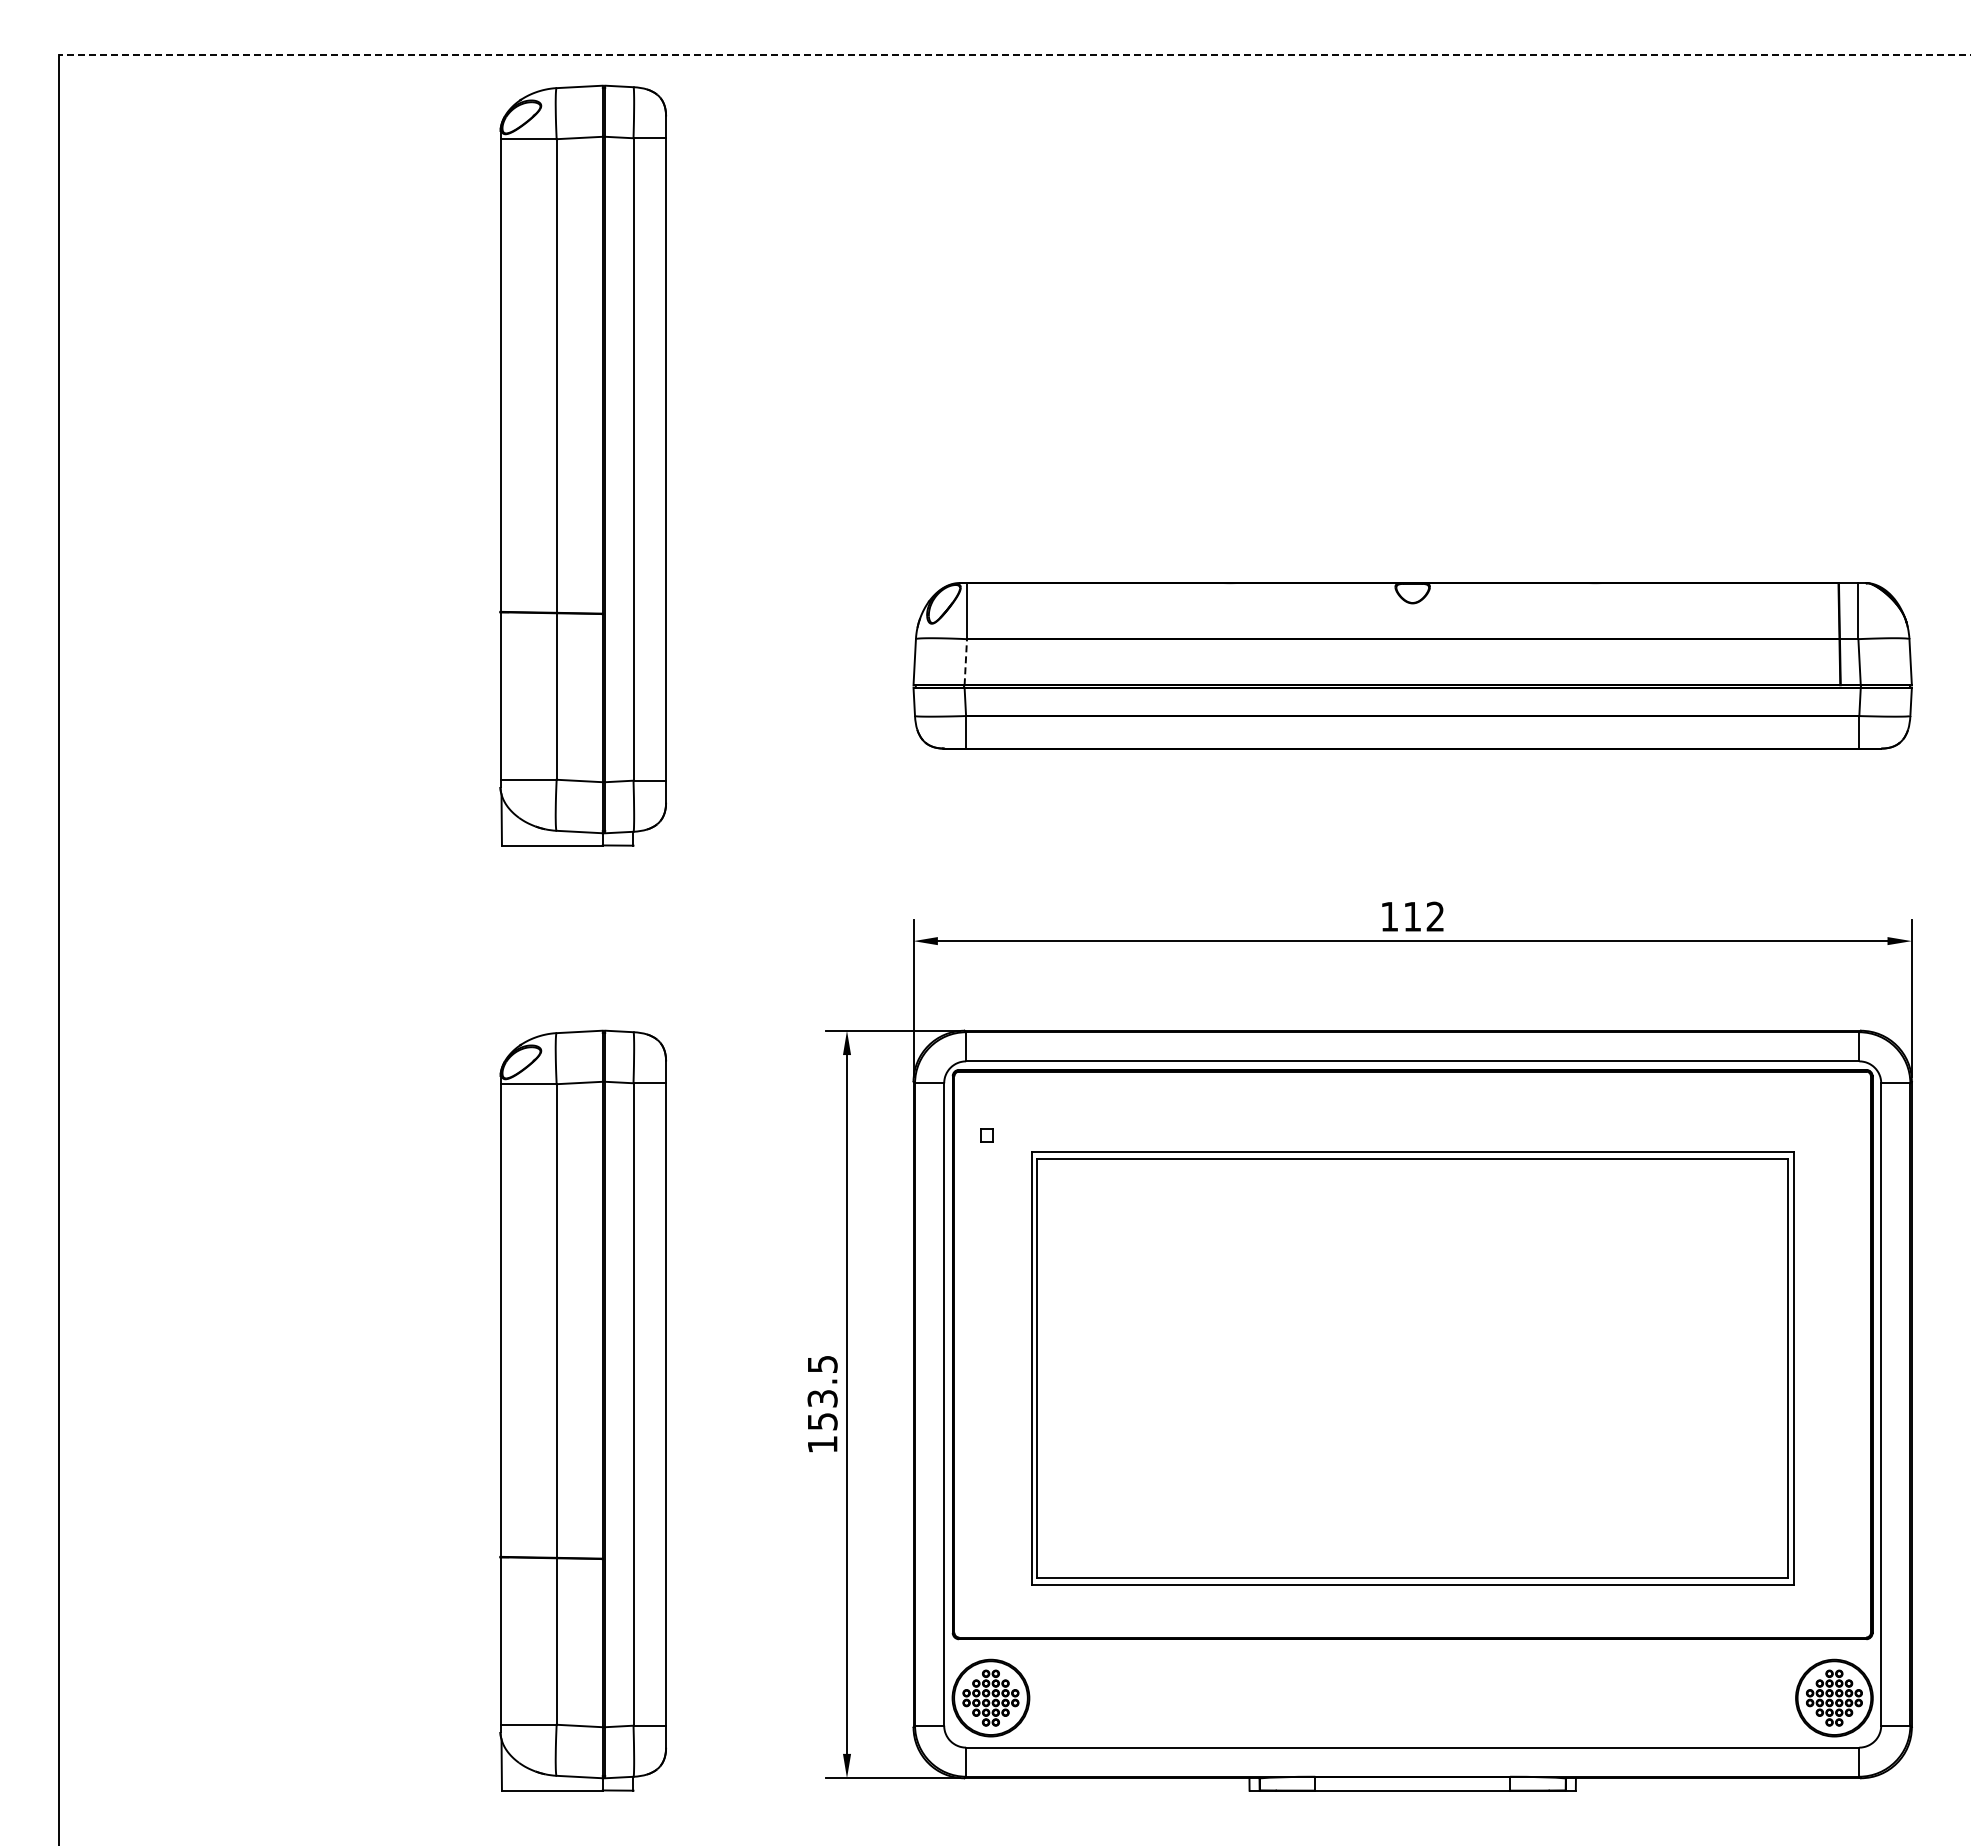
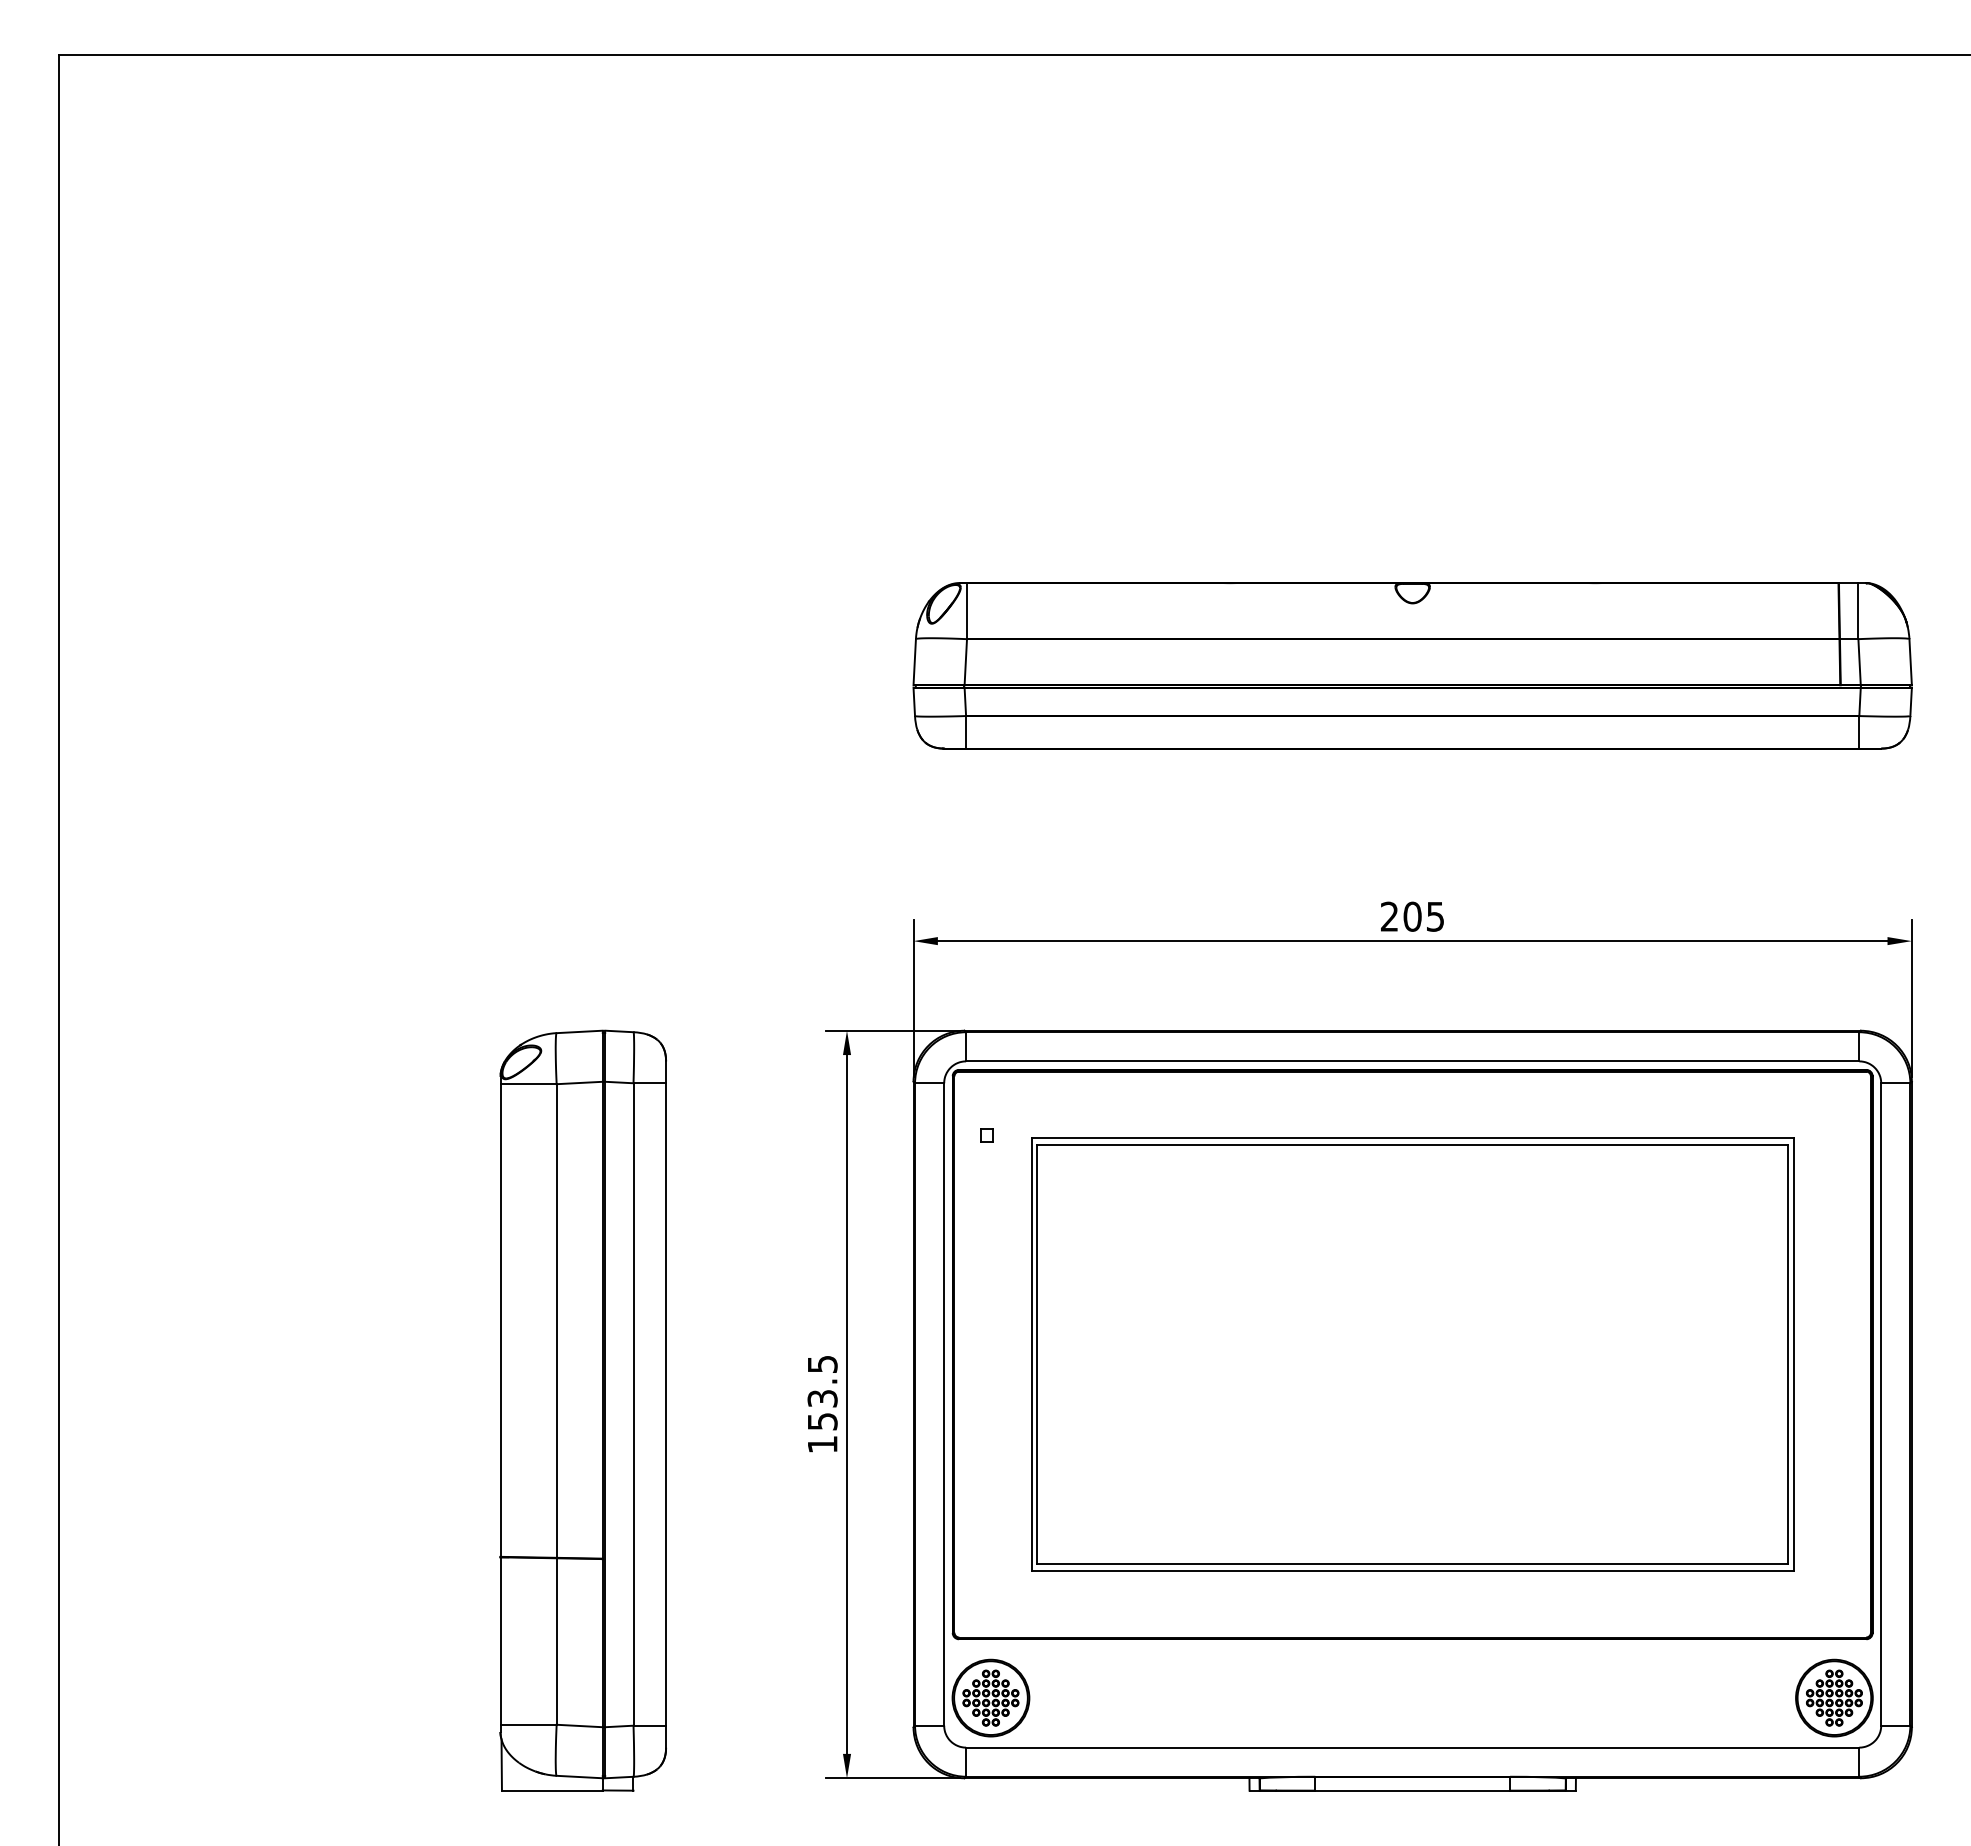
line at (1014, 55): dashed -> solid
part at (582, 465): present -> none
line at (965, 661): dashed -> solid
text at (1412, 916): 112 -> 205
part at (1412, 1368) position: (1412, 1368) -> (1412, 1354)
